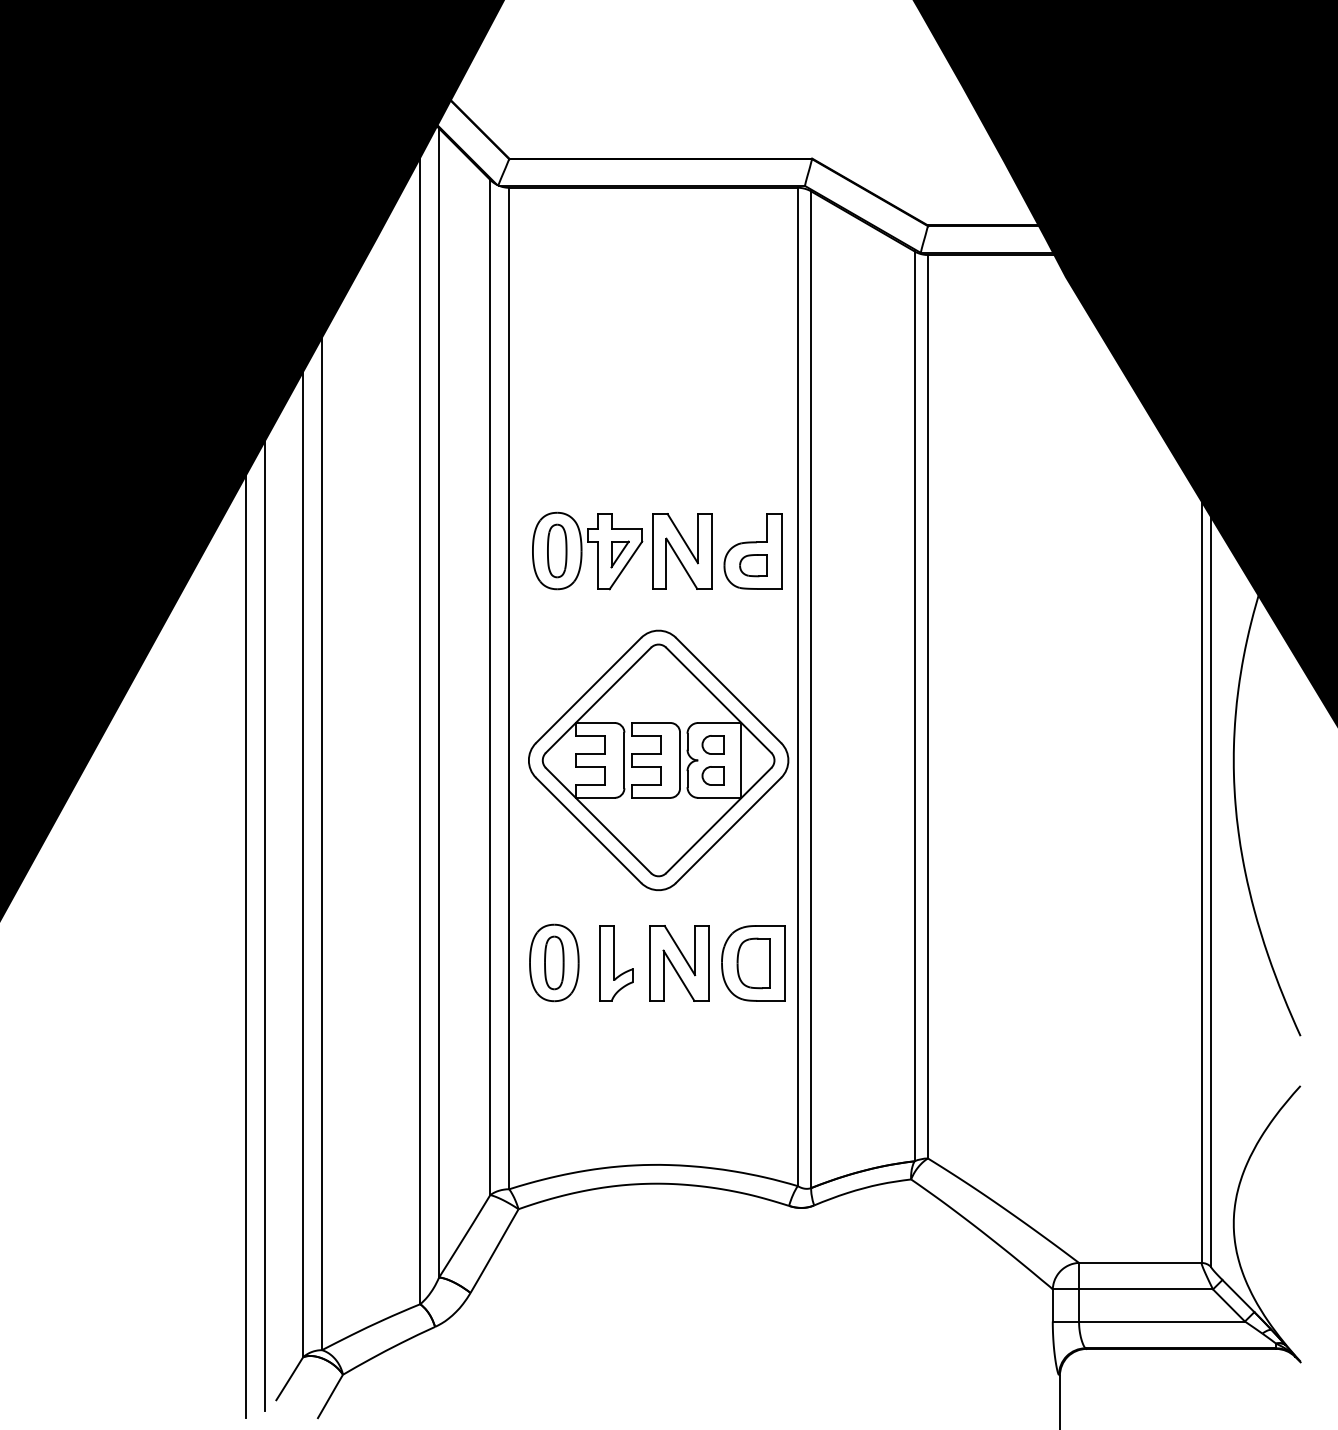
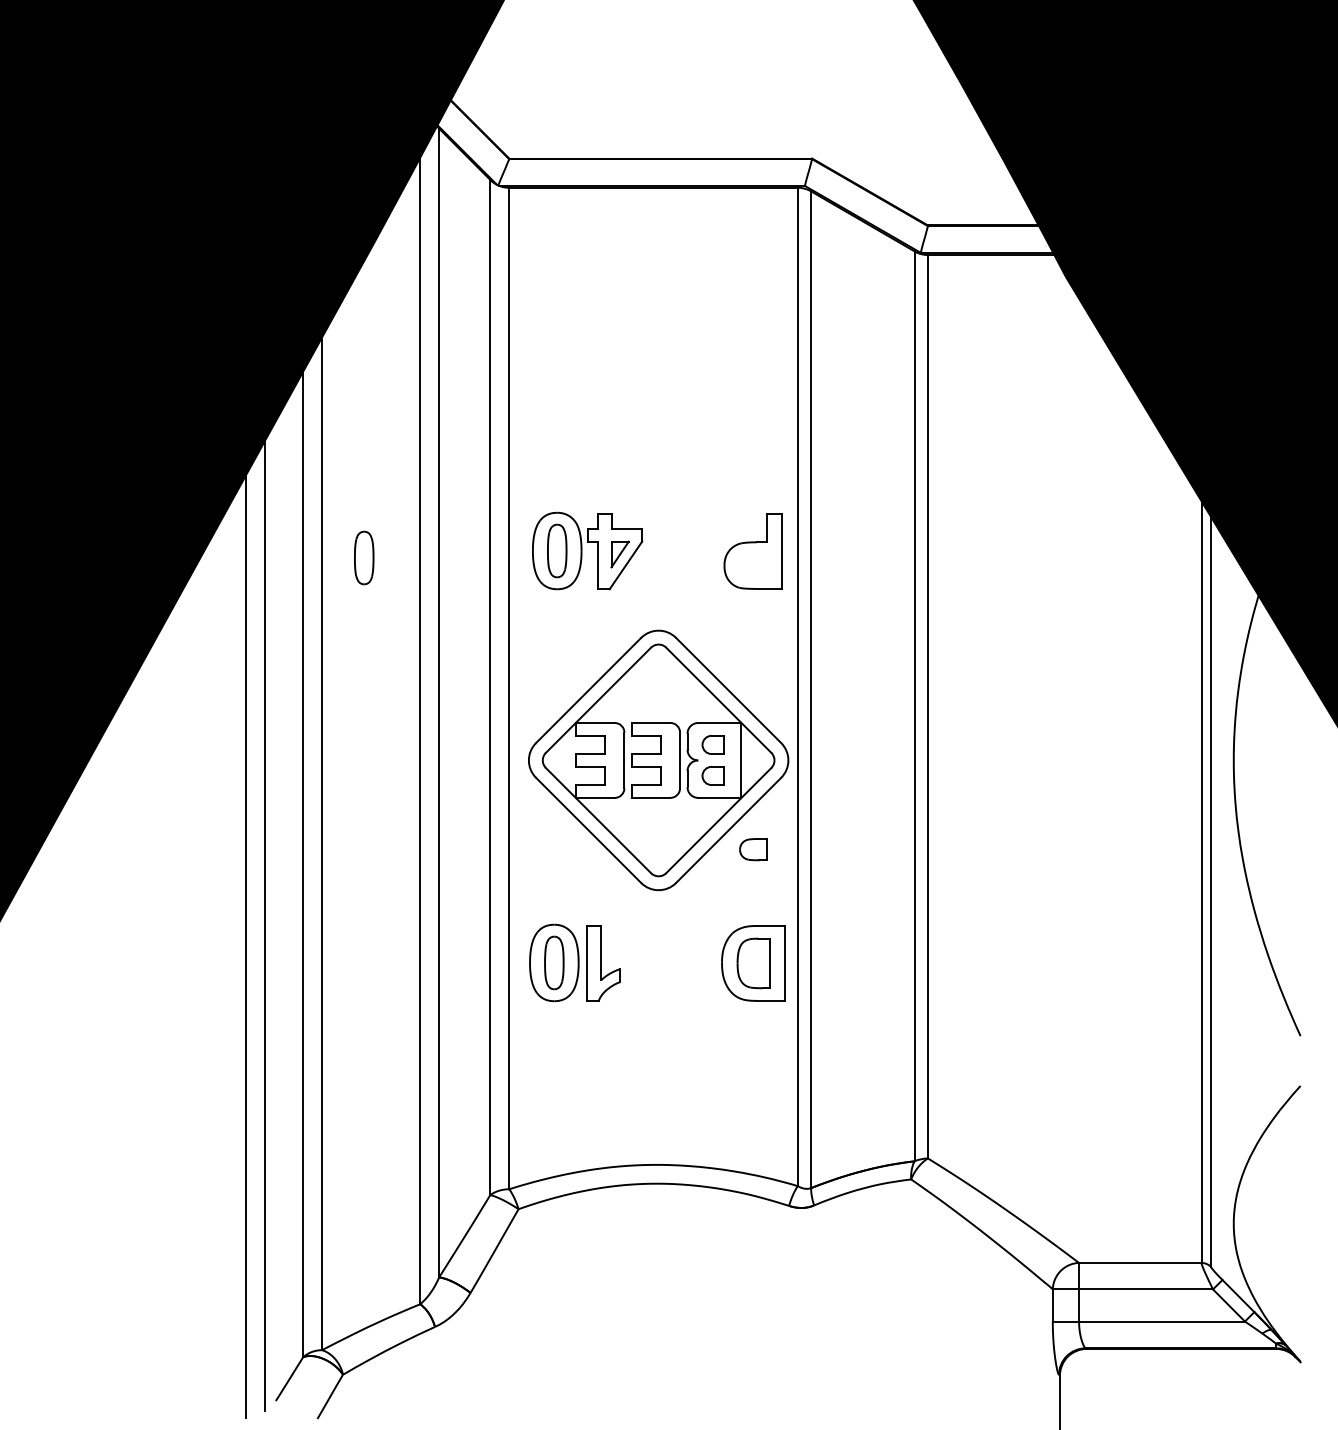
part at (682, 551): present -> none
part at (364, 557): none -> present
part at (753, 565) position: (753, 565) -> (753, 849)
part at (616, 963) position: (616, 963) -> (603, 963)
part at (679, 963): present -> none
